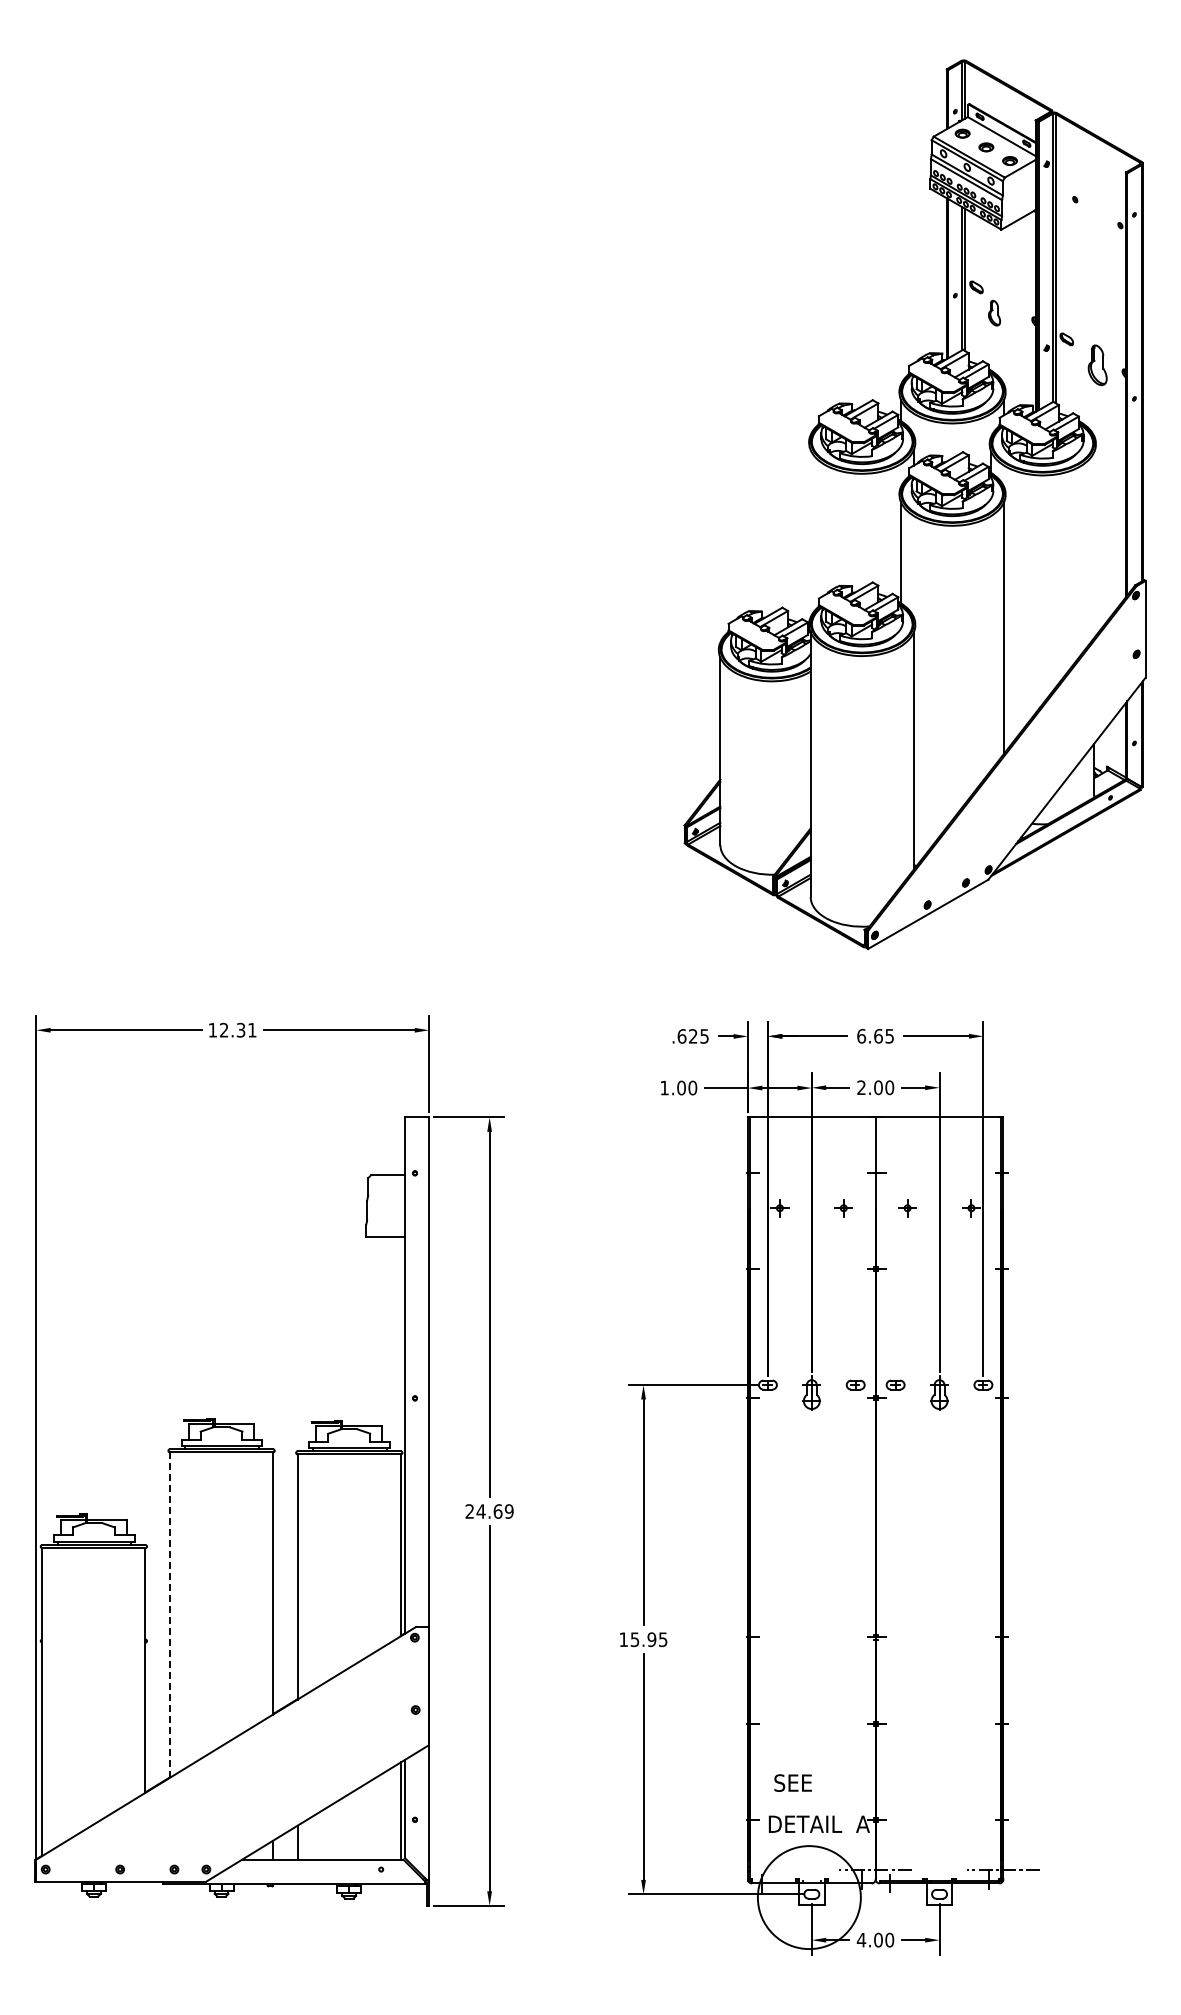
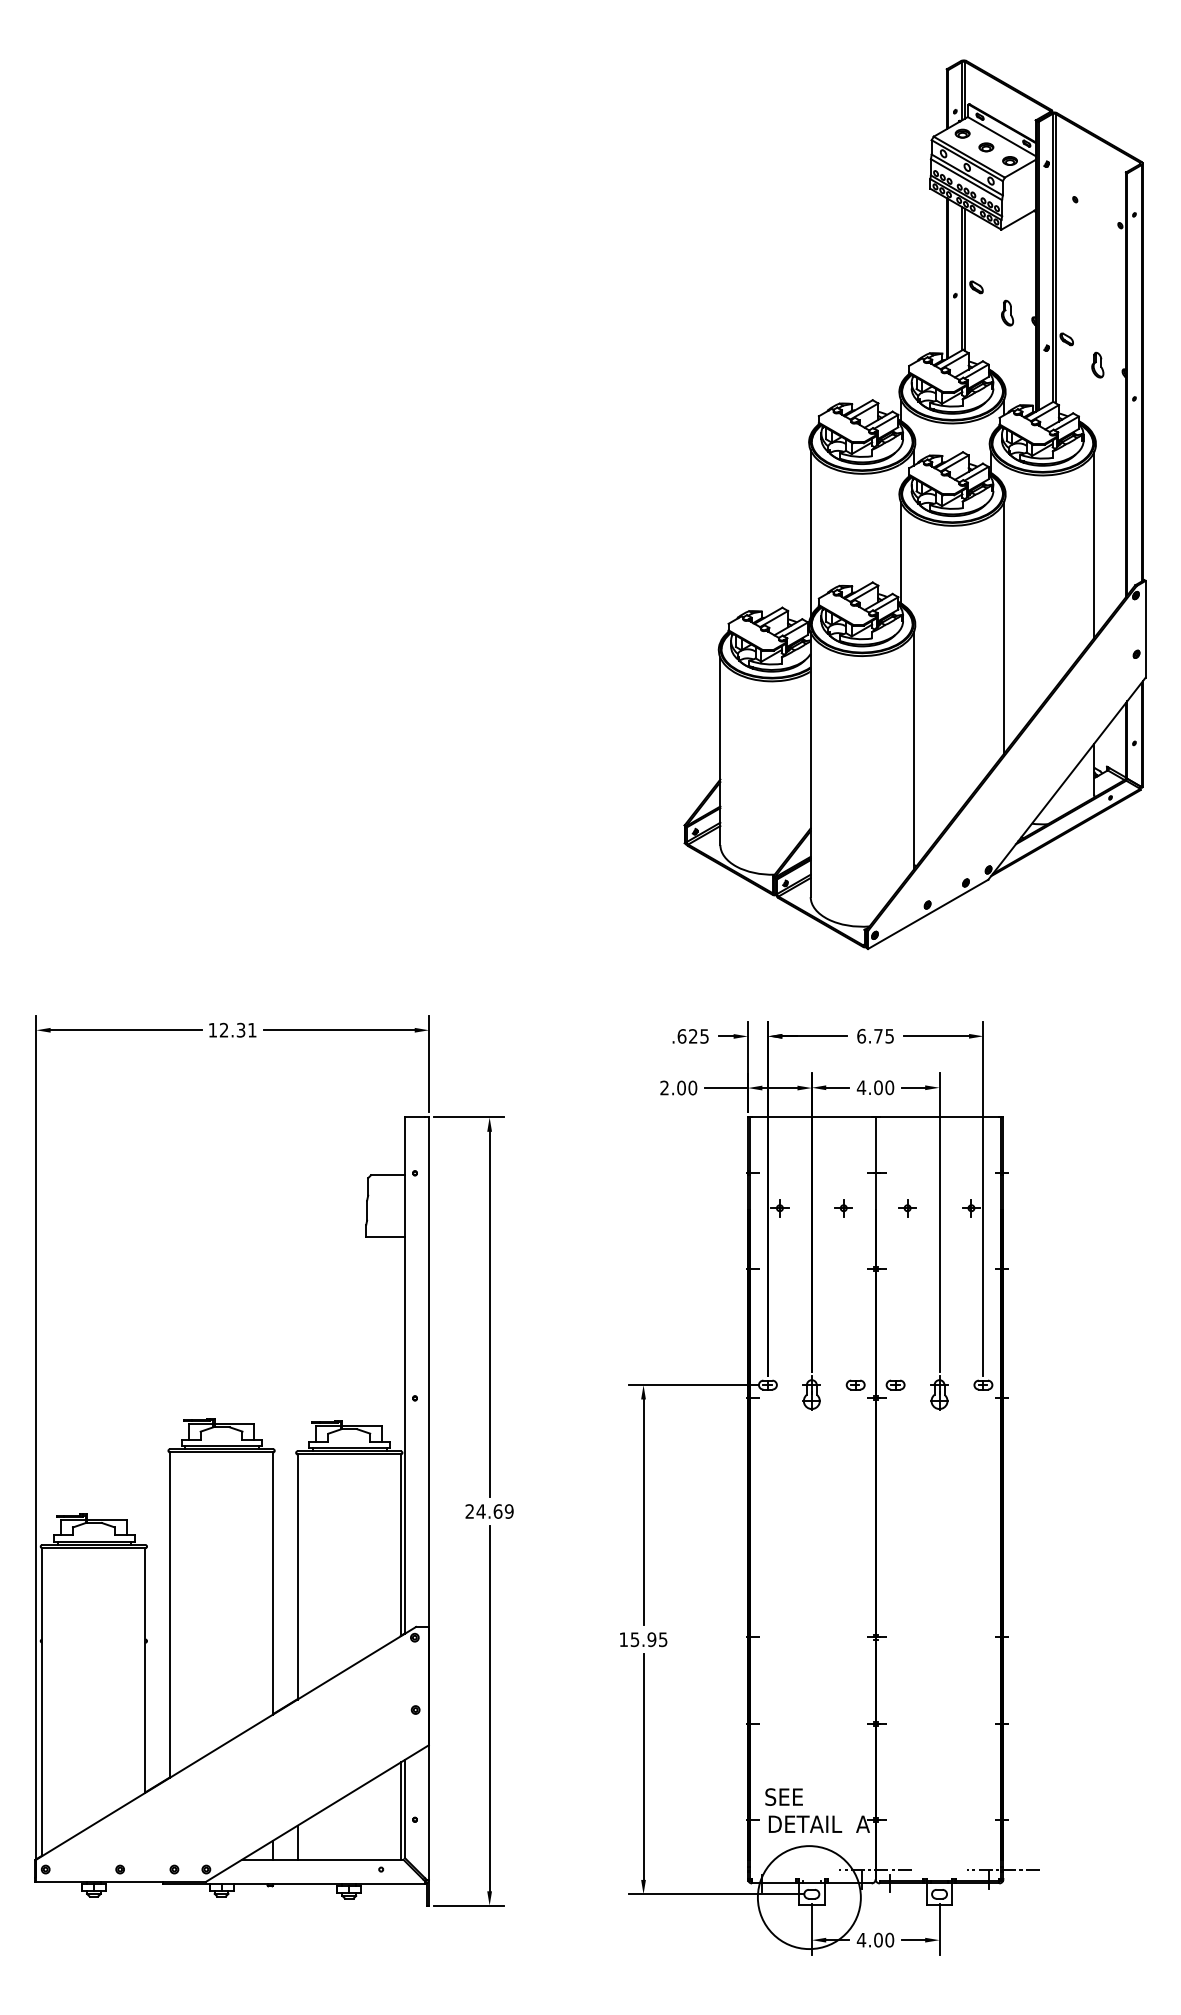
part at (994, 312) position: (994, 312) -> (1007, 312)
part at (1097, 365) size: 21x43 px -> 14x28 px
line at (810, 533): none -> present
line at (1094, 544): none -> present
text at (878, 1035): 6.65 -> 6.75
text at (664, 1087): 1.00 -> 2.00
text at (861, 1087): 2.00 -> 4.00
line at (170, 1615): dashed -> solid
text at (792, 1782) position: (792, 1782) -> (783, 1796)
